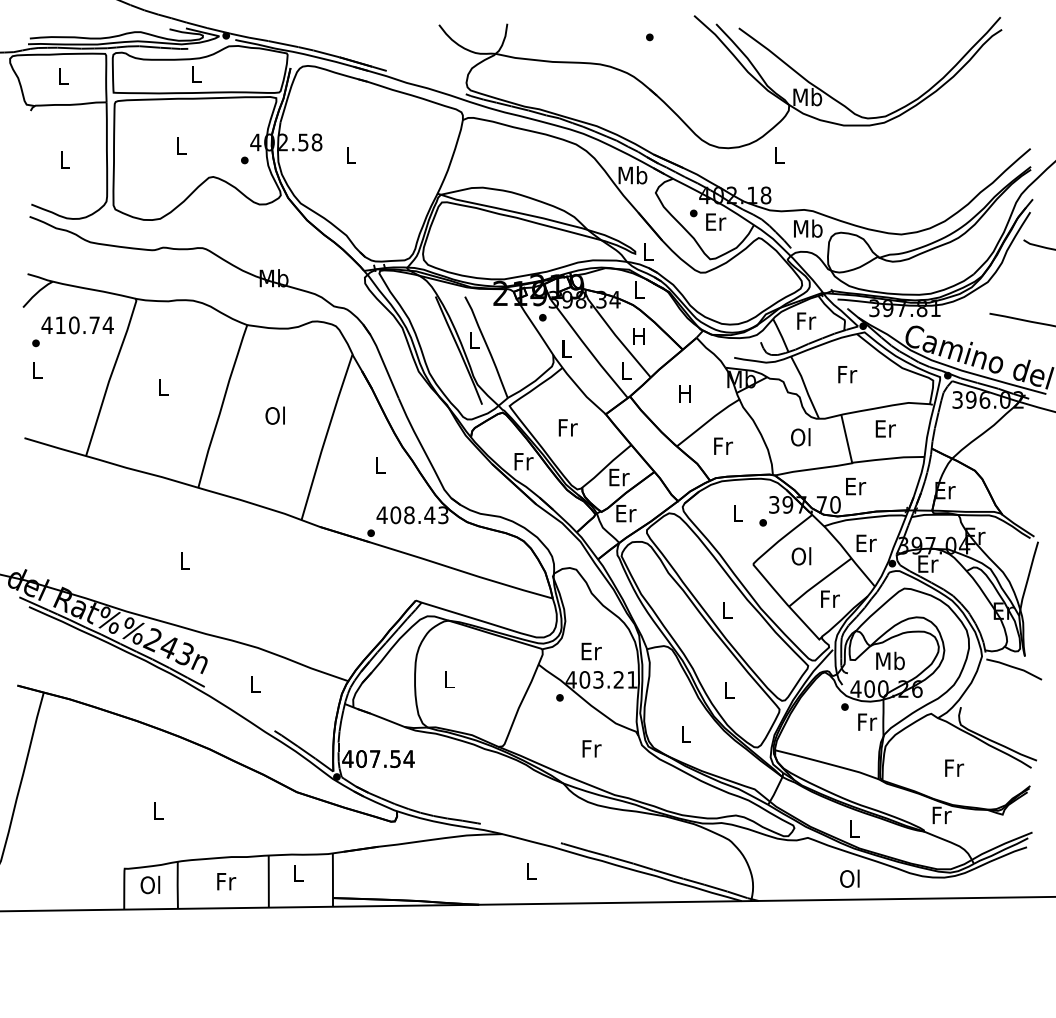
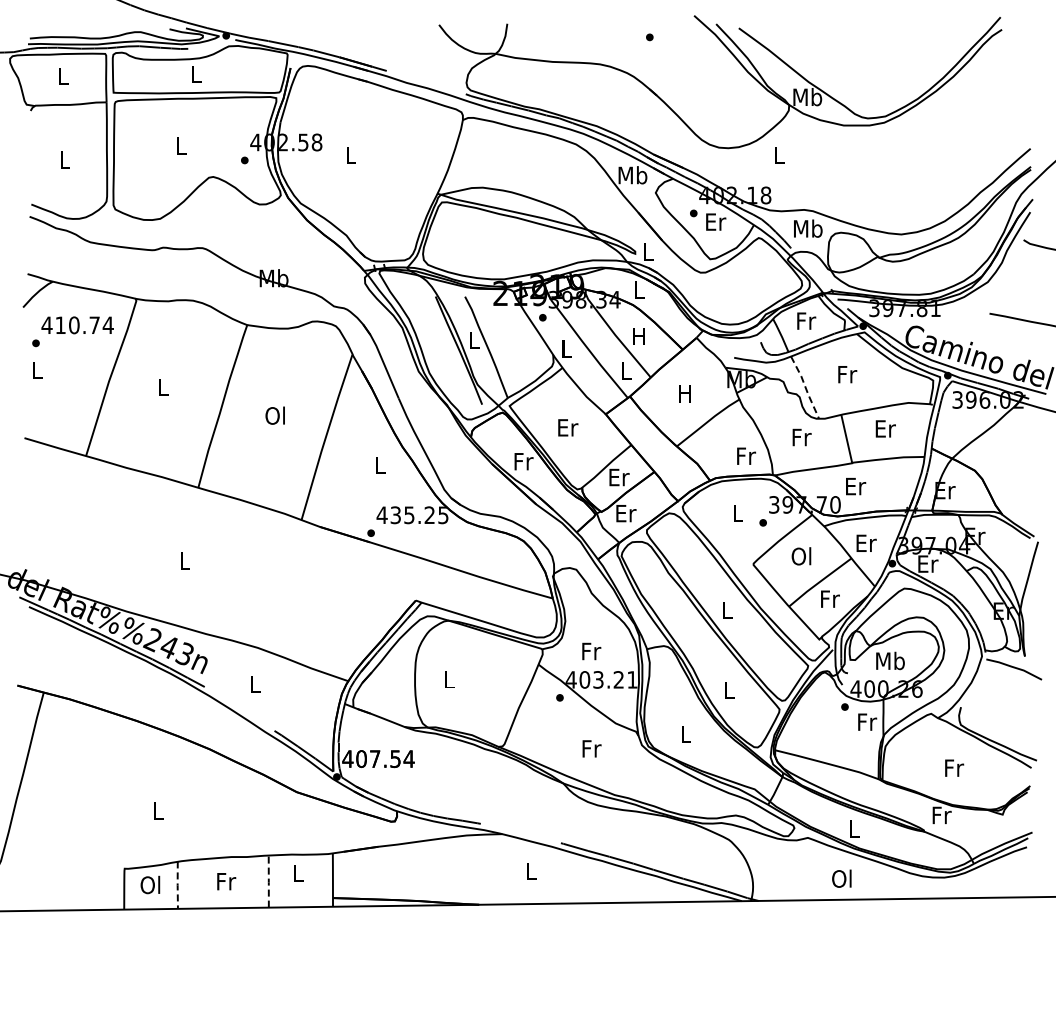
line at (805, 387): solid -> dashed
text at (568, 427): Fr -> Er
text at (801, 437): Ol -> Fr
text at (723, 445) position: (723, 445) -> (746, 455)
text at (419, 515): 408.43 -> 435.25
text at (591, 651): Er -> Fr
text at (849, 878) position: (849, 878) -> (841, 878)
line at (268, 882): solid -> dashed
line at (177, 885): solid -> dashed
